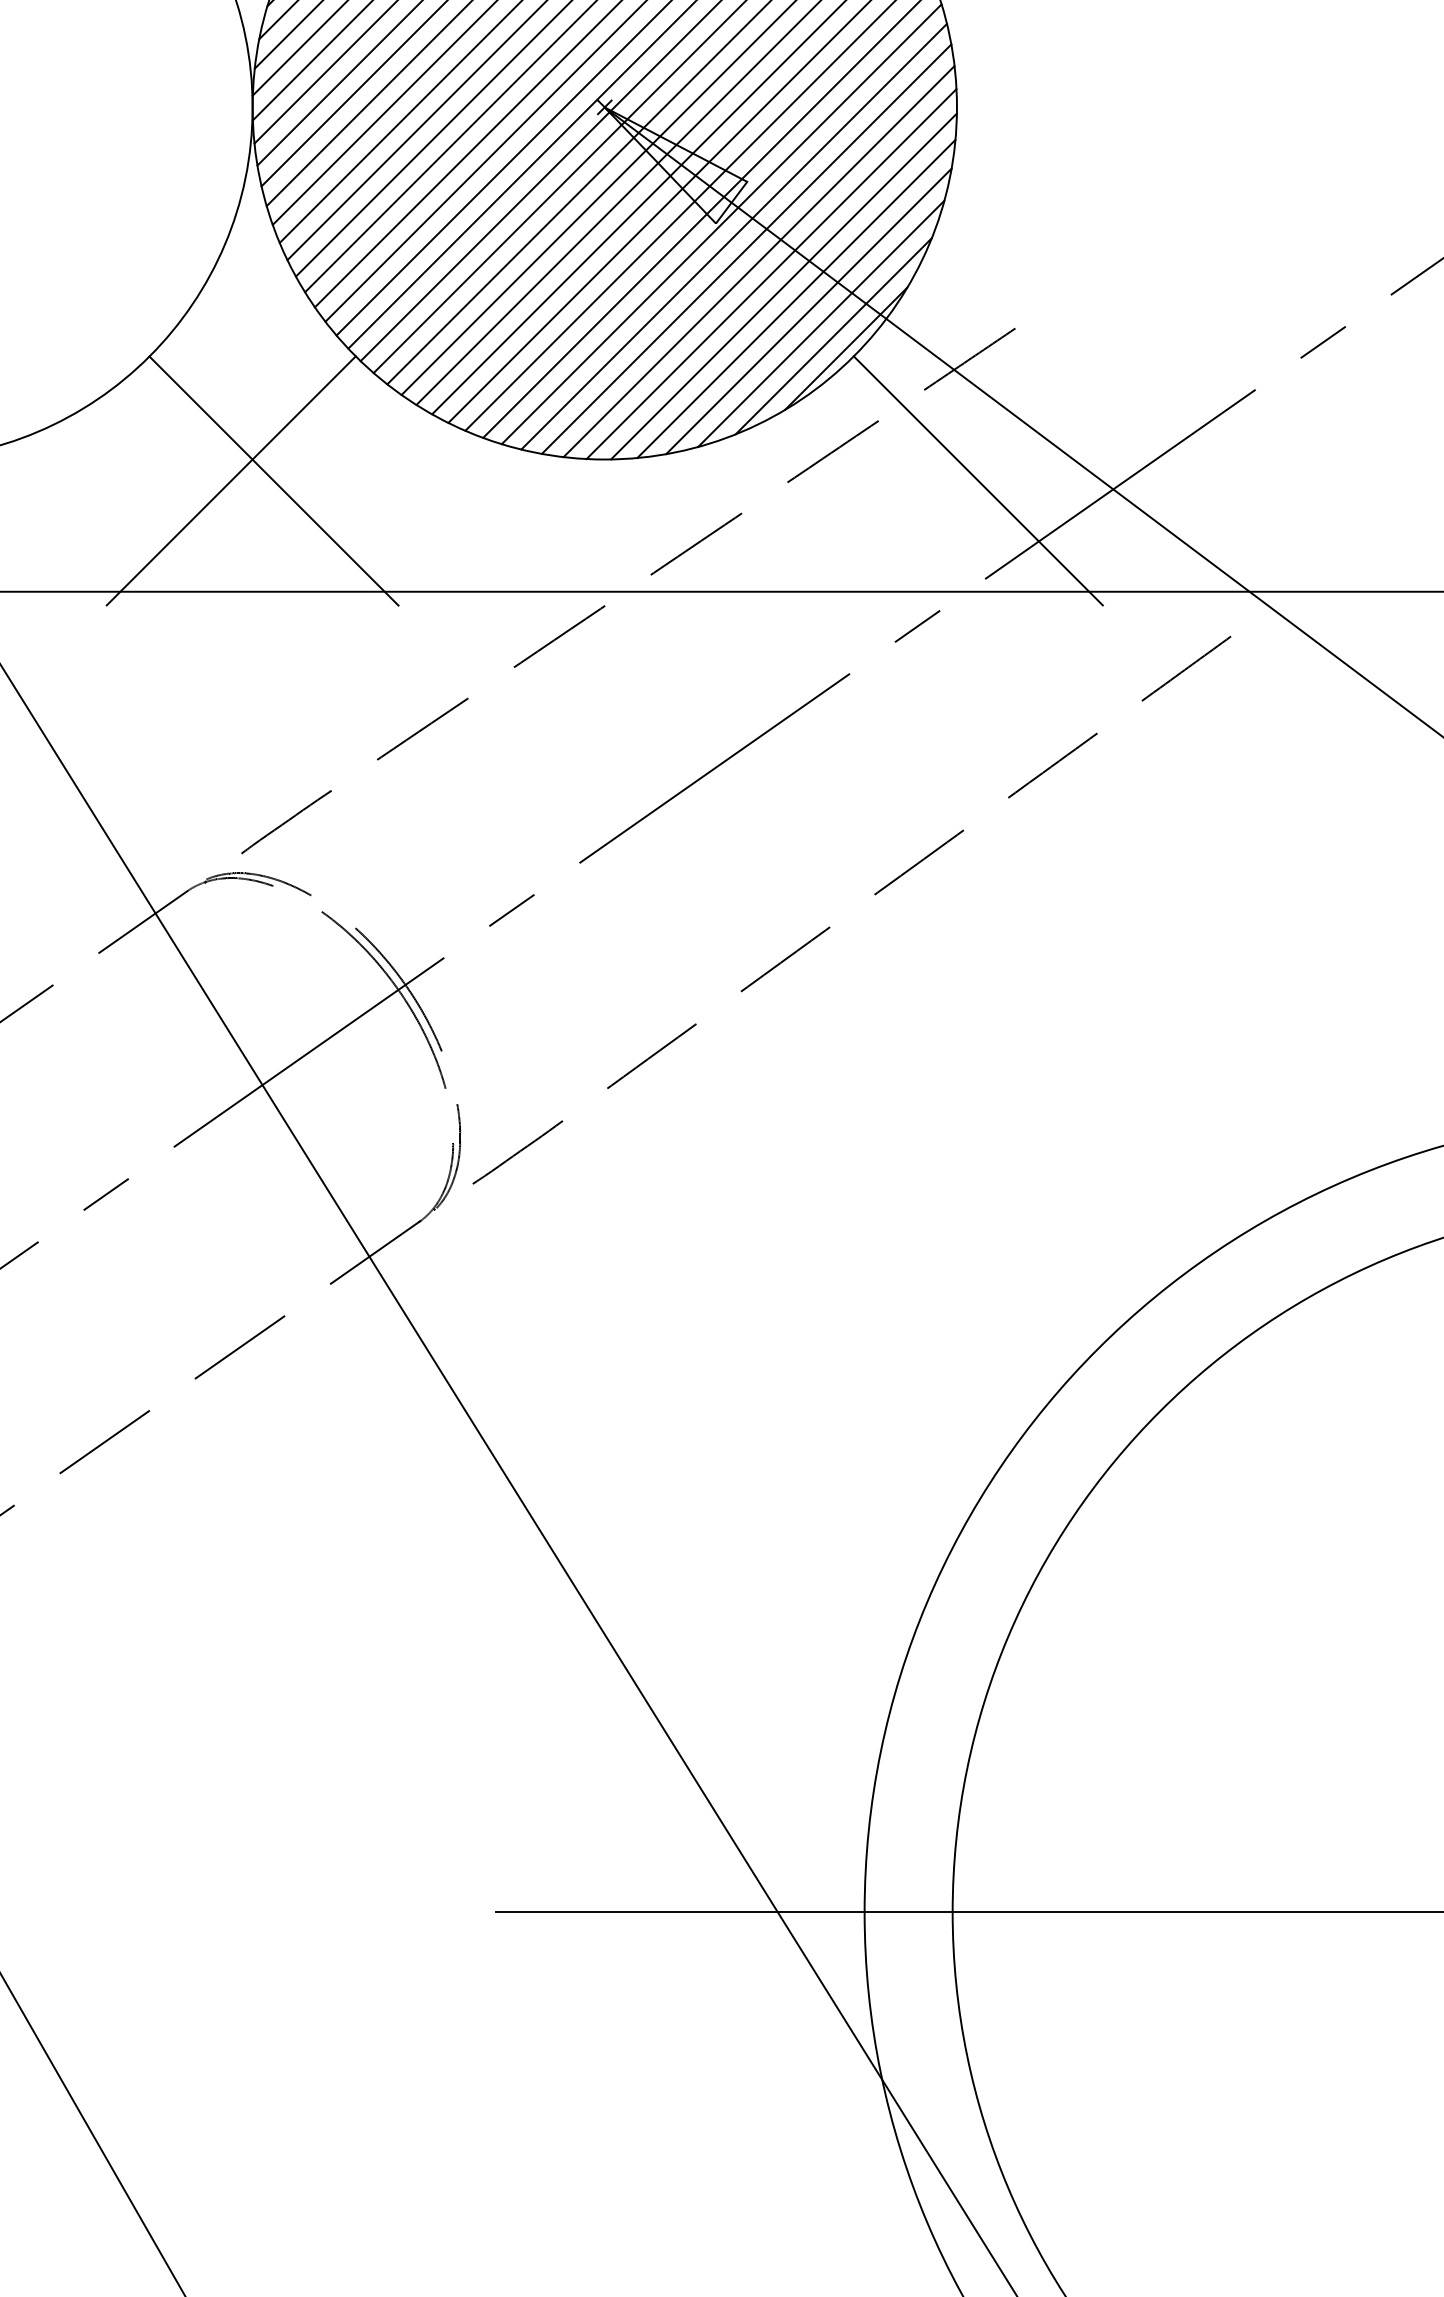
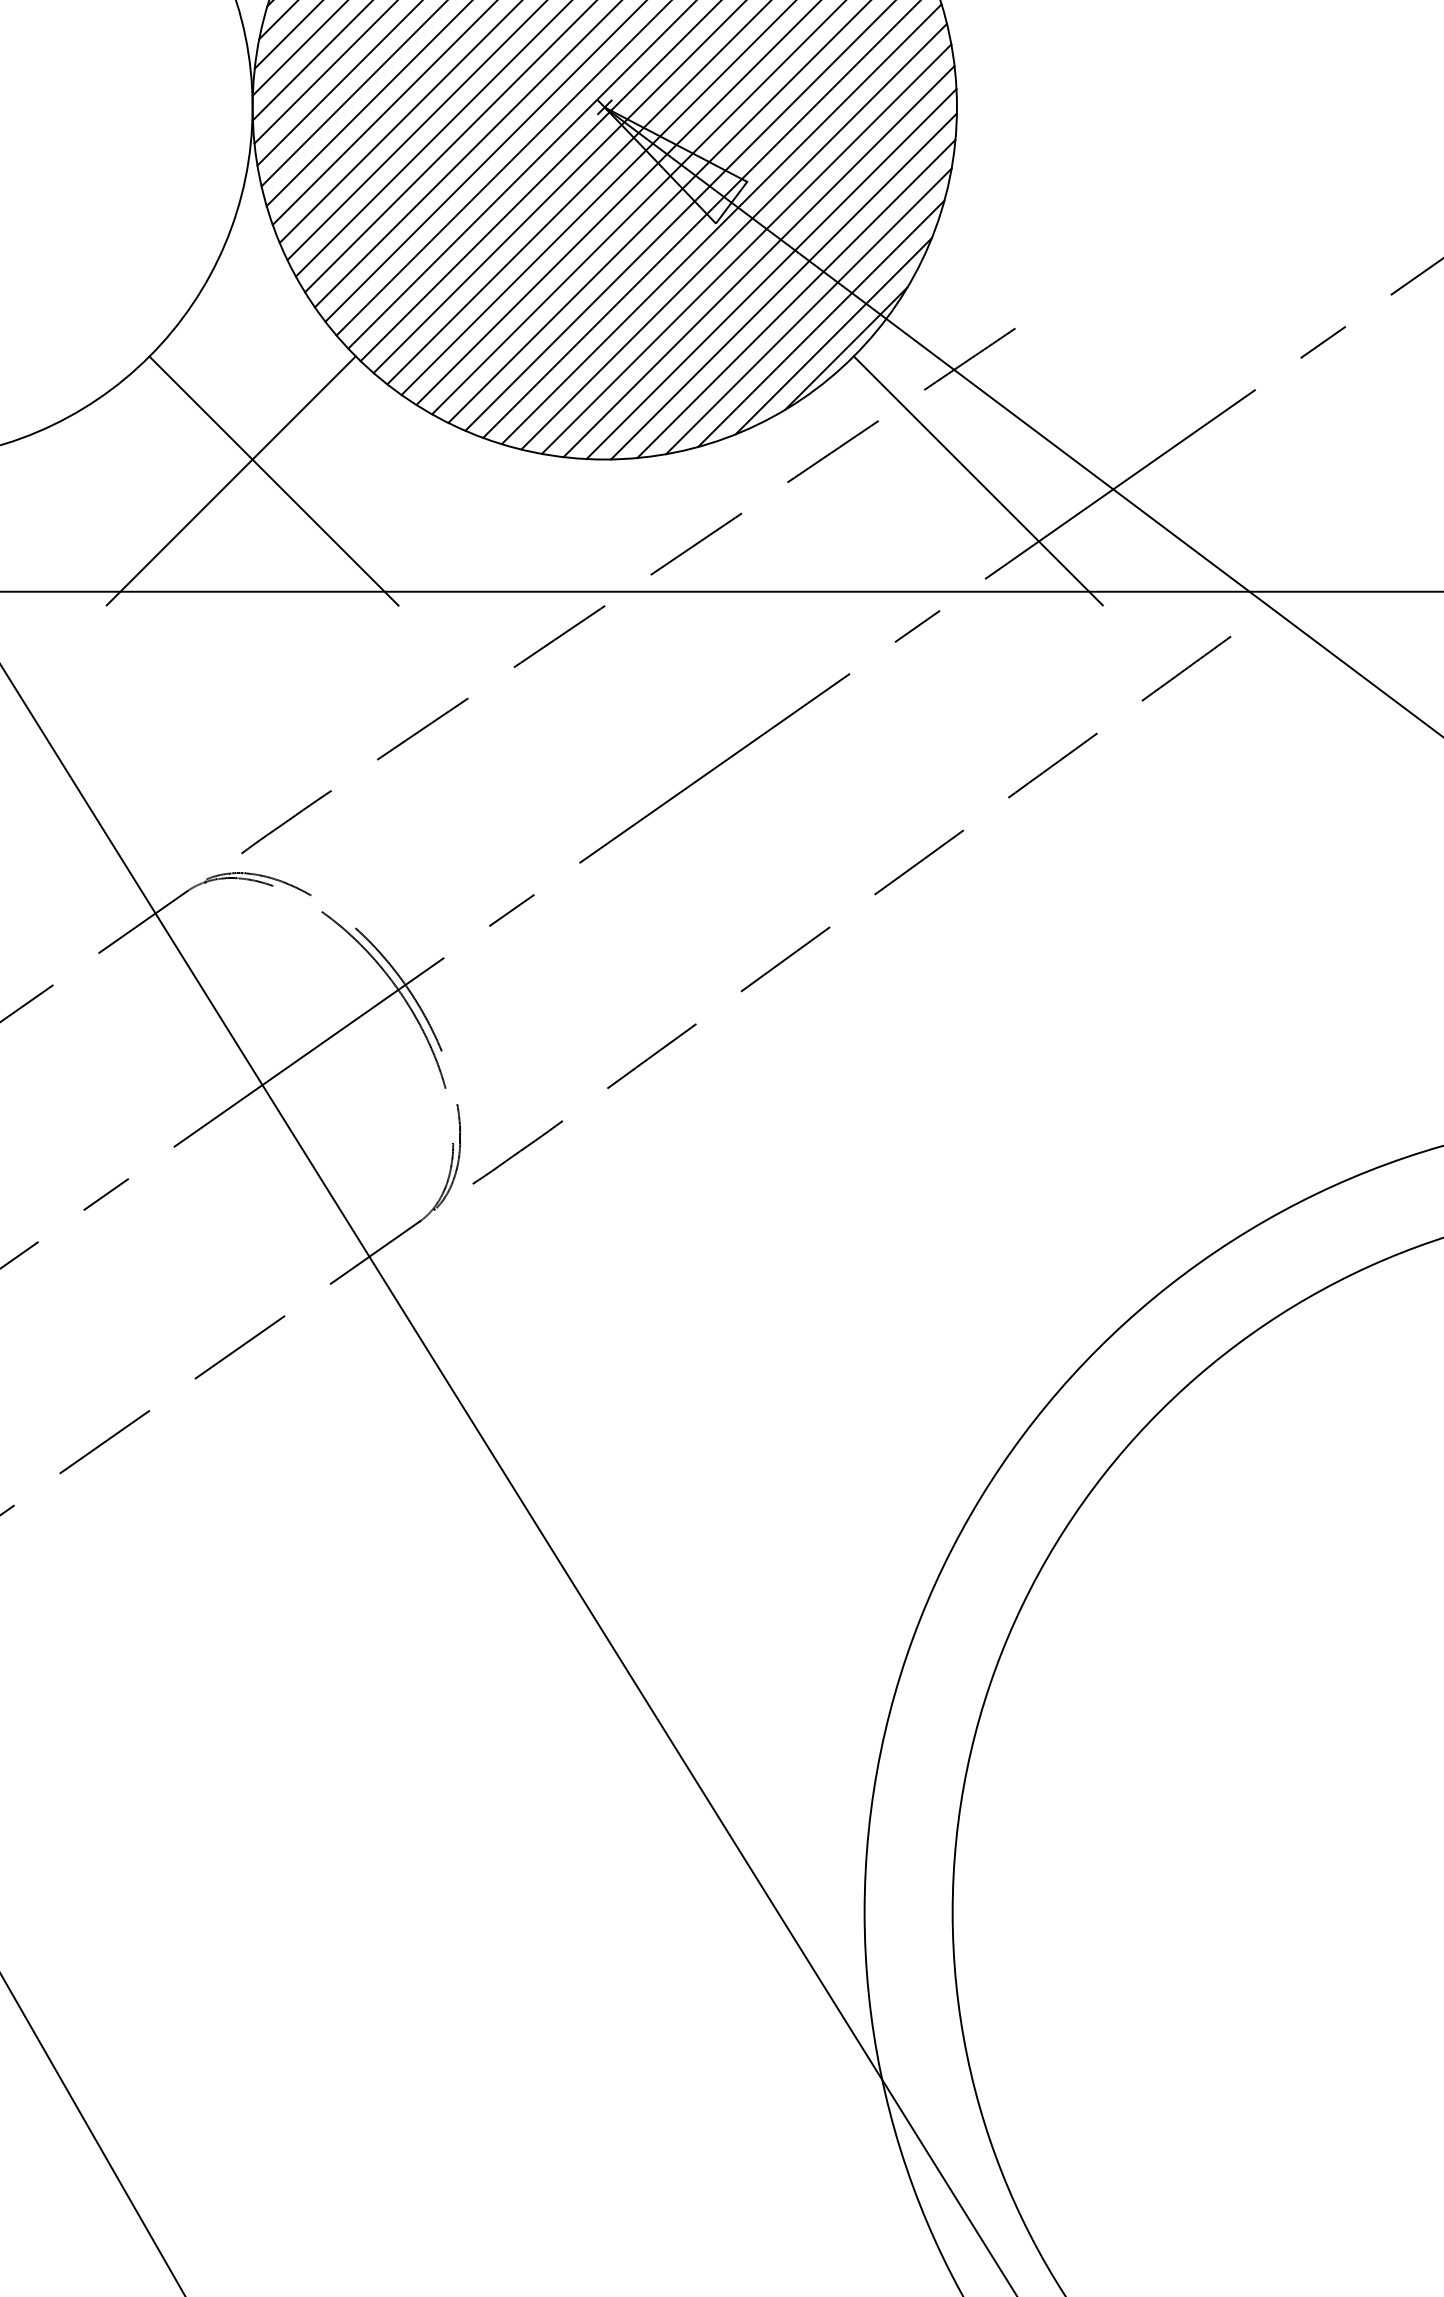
line at (967, 1912): present -> none
